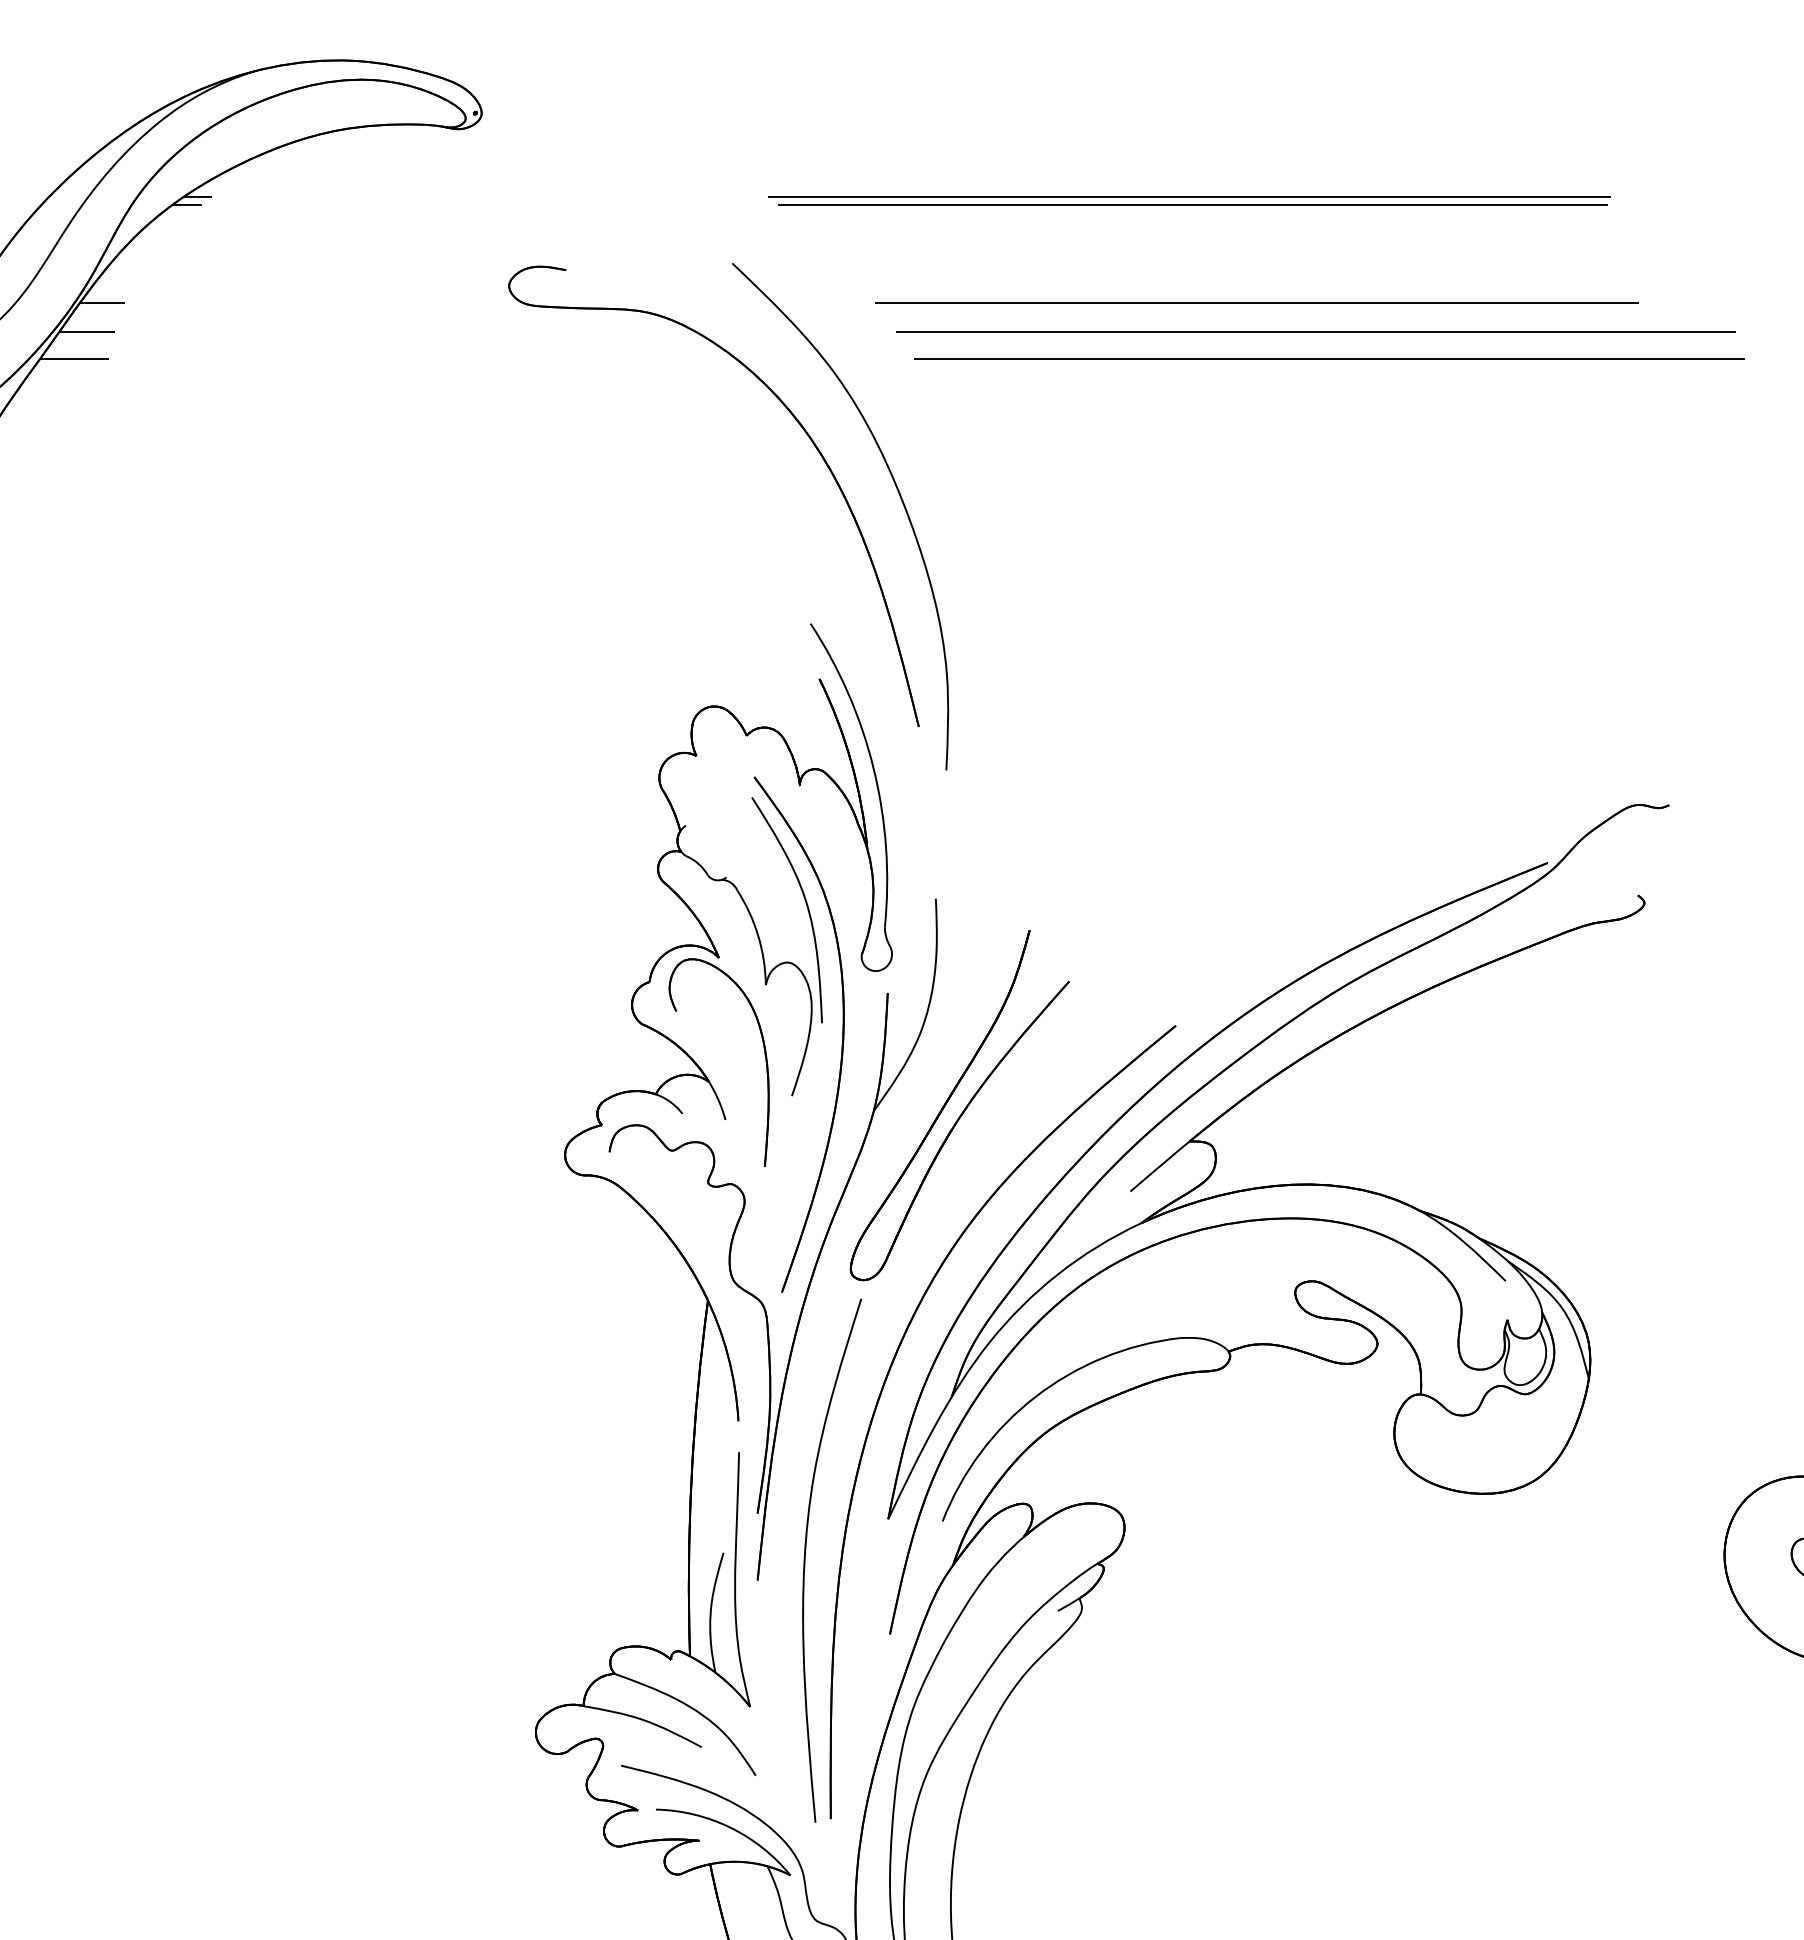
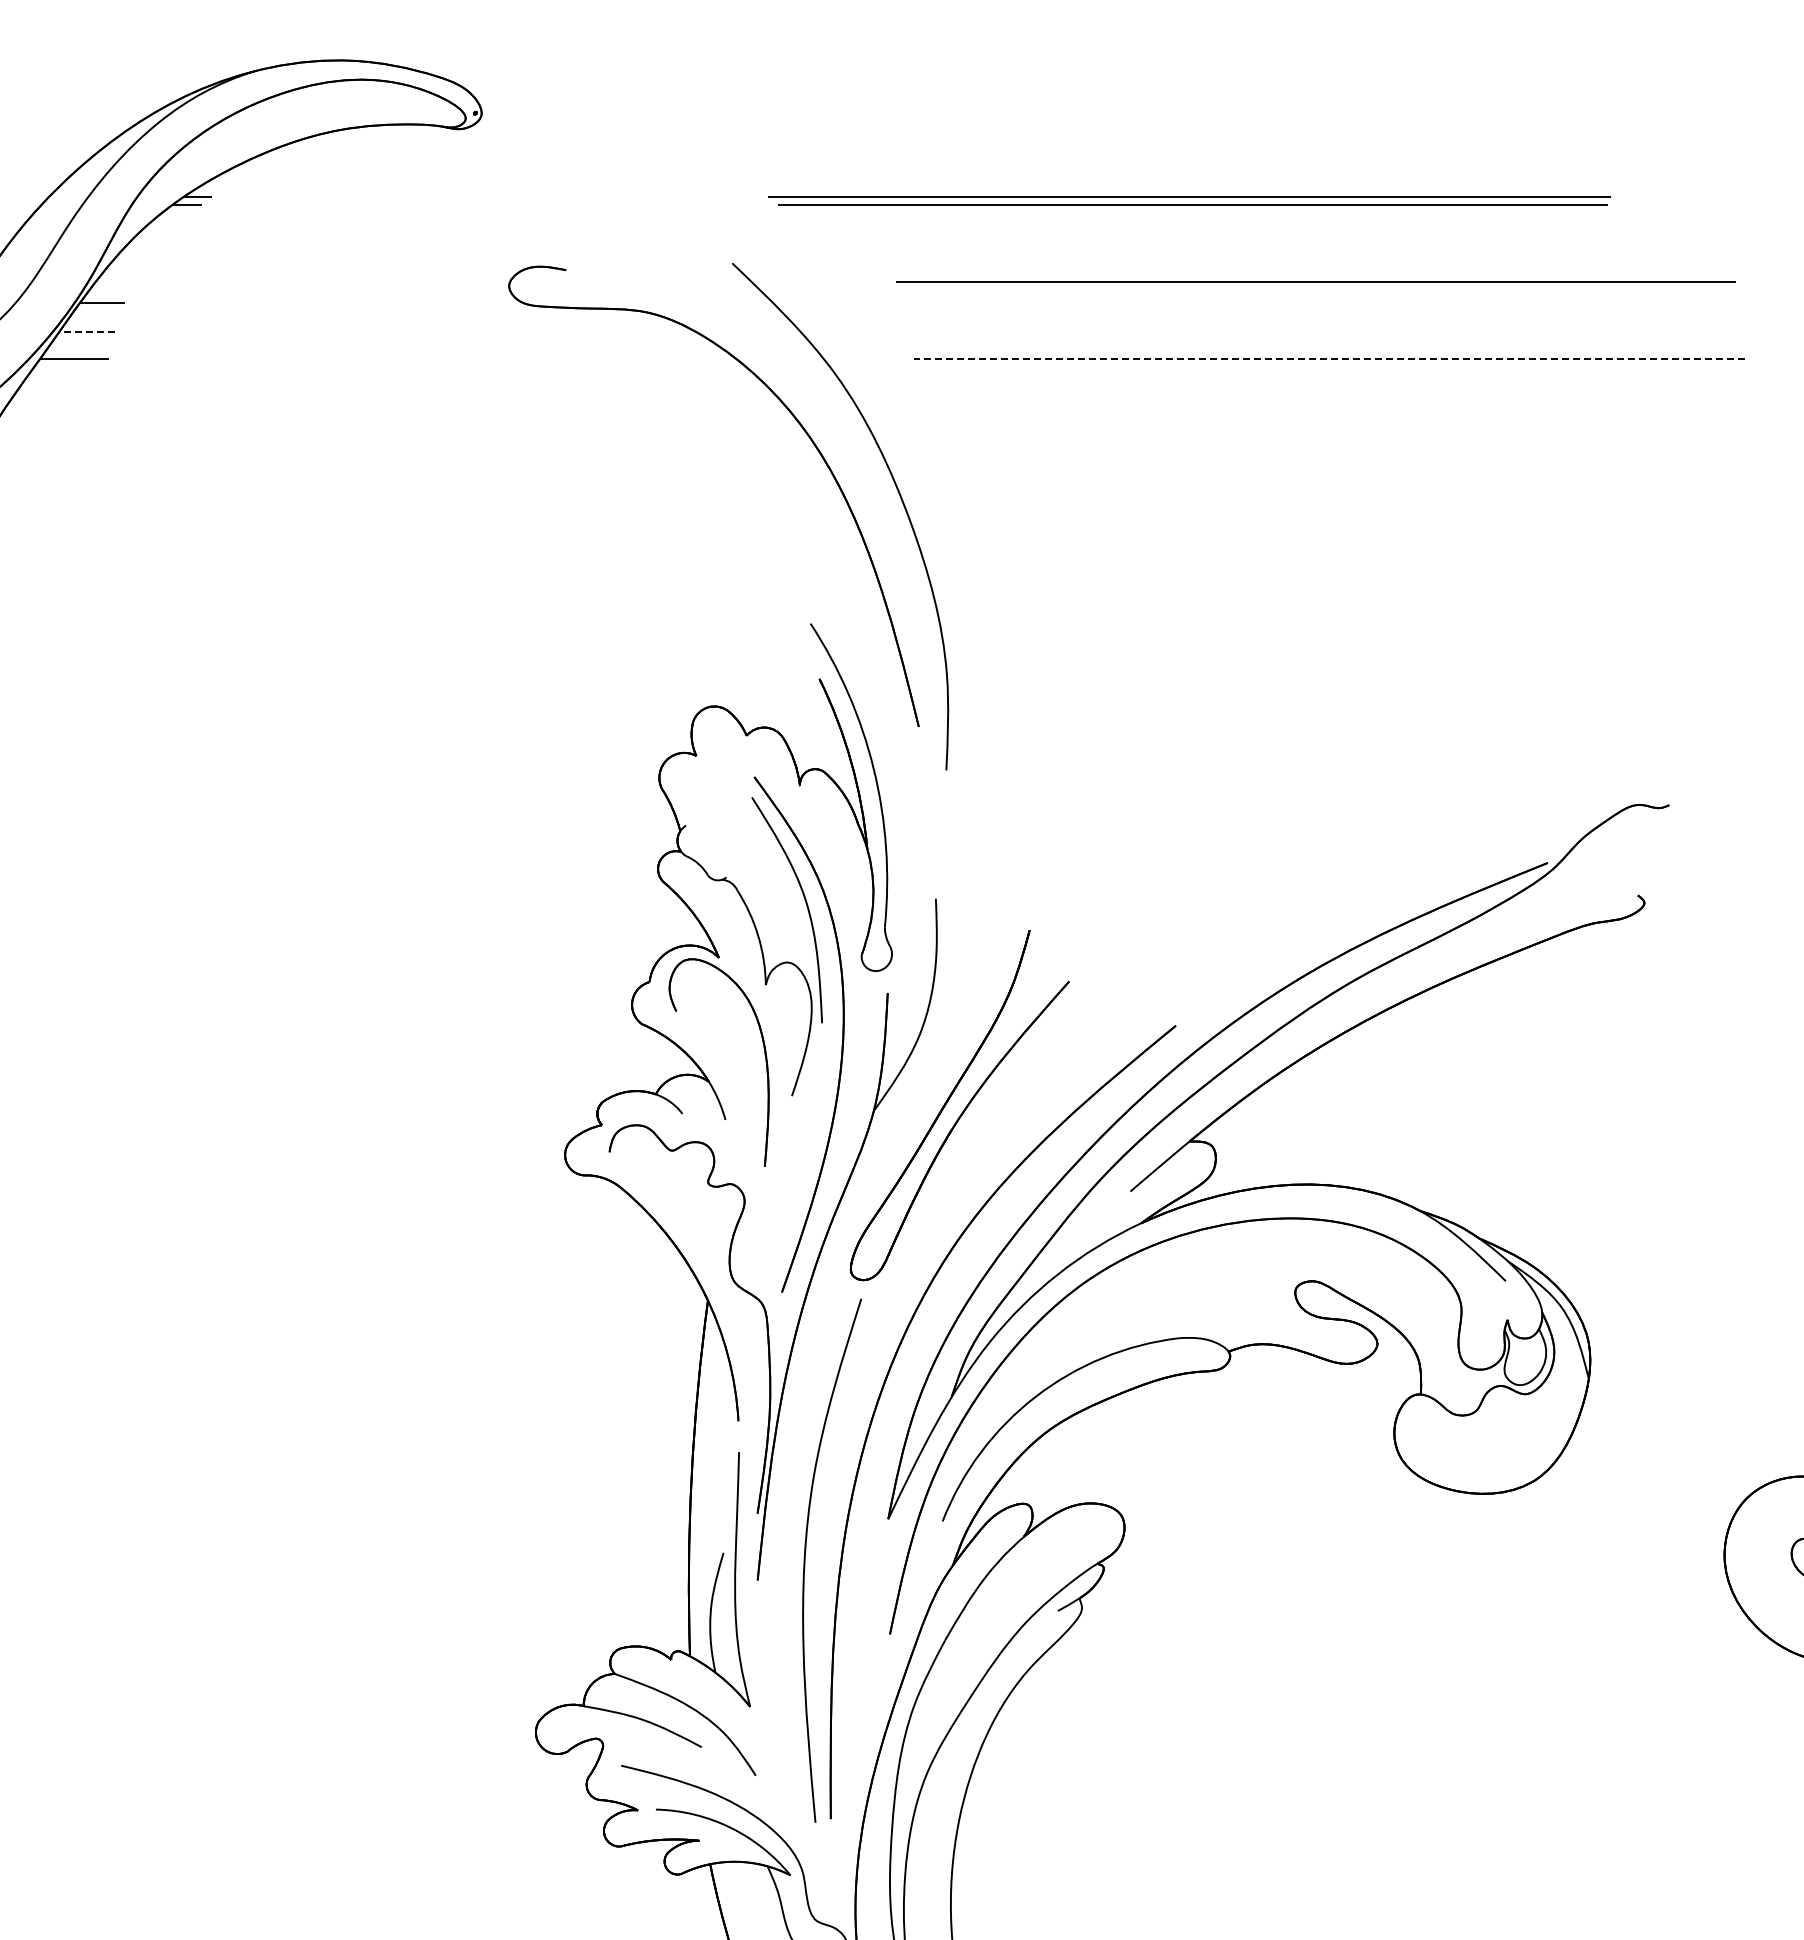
line at (1256, 302): present -> none
line at (87, 331): solid -> dashed
line at (1315, 331) position: (1315, 331) -> (1315, 281)
line at (1329, 358): solid -> dashed
